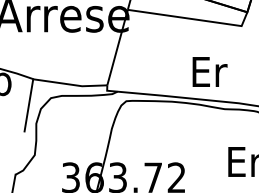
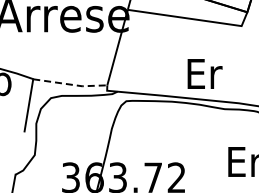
text at (209, 71) position: (209, 71) -> (204, 73)
line at (71, 84): solid -> dashed
